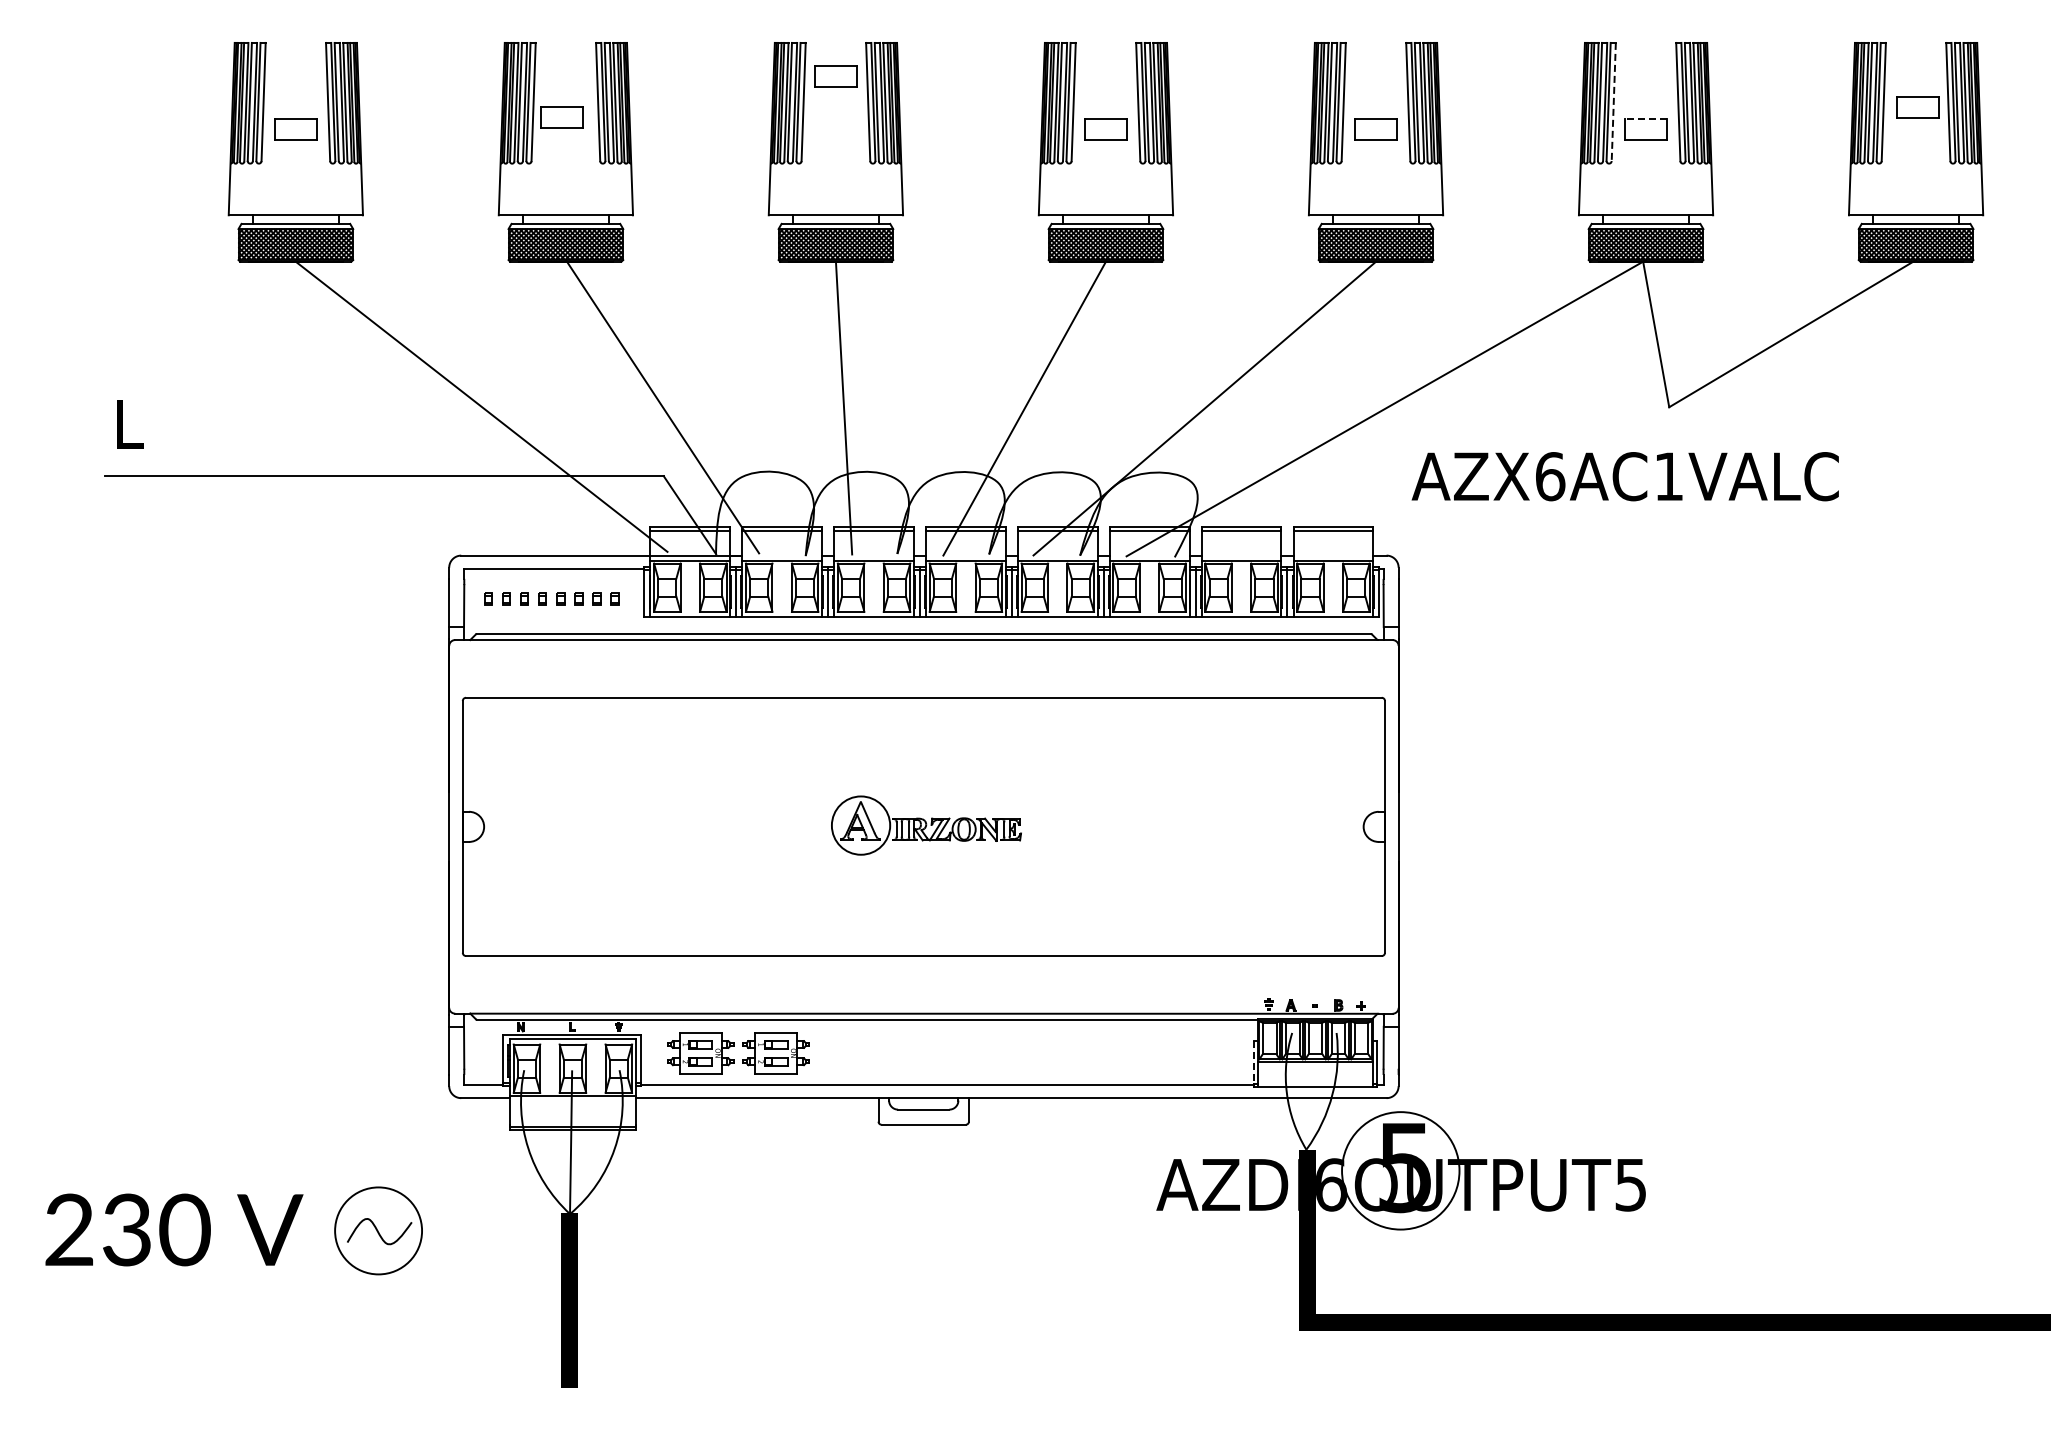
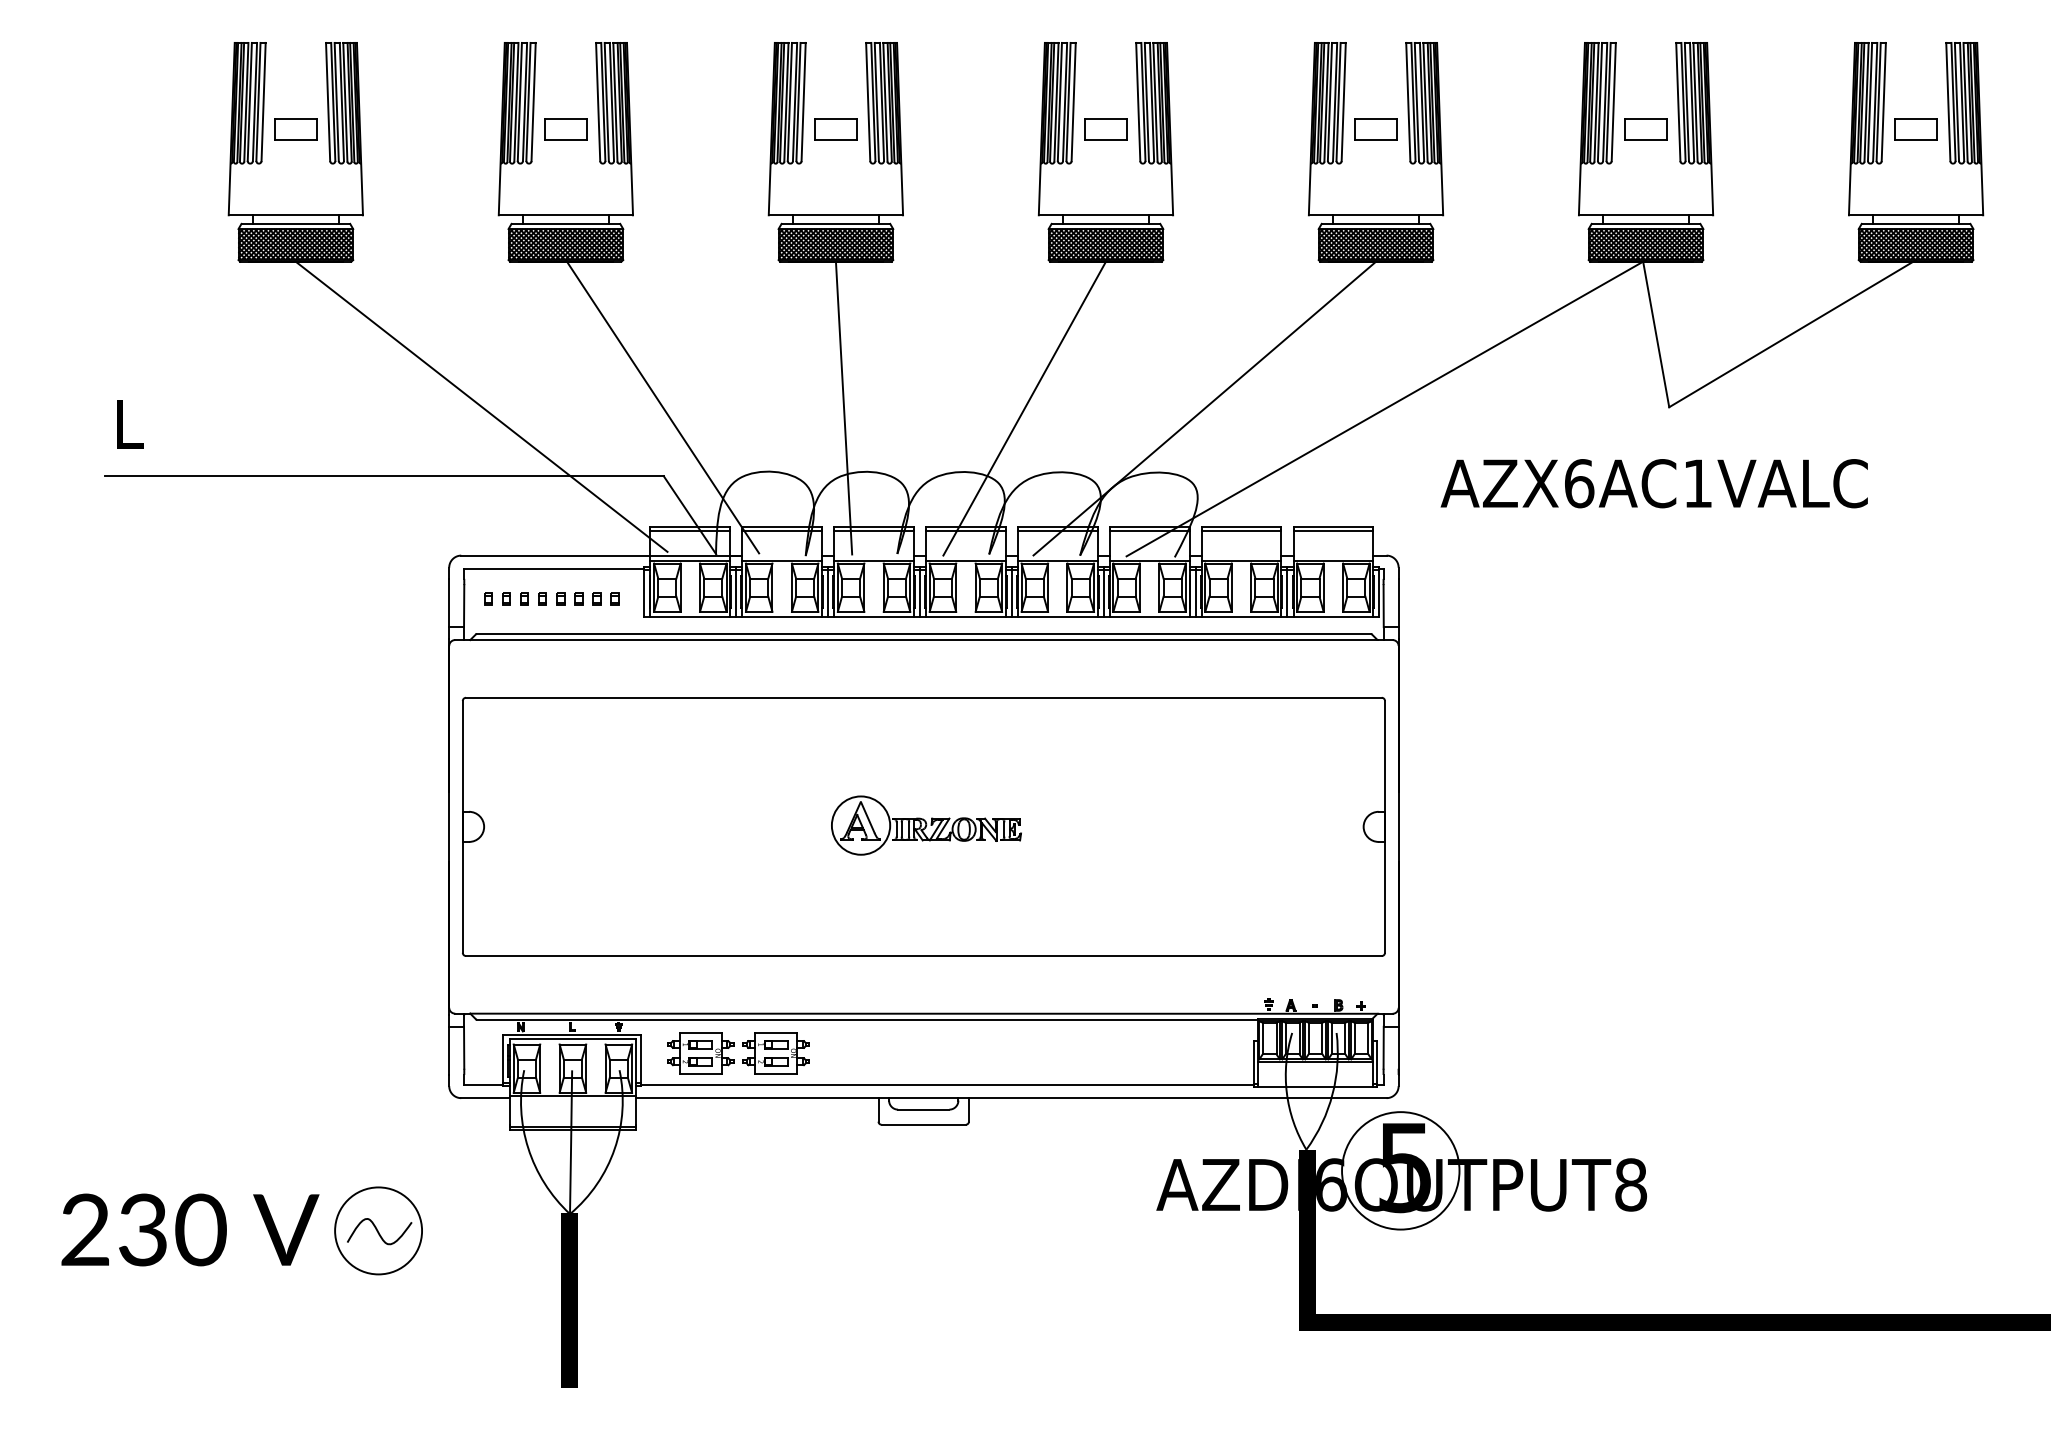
part at (835, 76) position: (835, 76) -> (835, 129)
line at (1613, 102): dashed -> solid
part at (1917, 107) position: (1917, 107) -> (1915, 129)
part at (561, 117) position: (561, 117) -> (565, 129)
line at (1646, 118): dashed -> solid
text at (1624, 476) position: (1624, 476) -> (1653, 483)
line at (1253, 1062): dashed -> solid
text at (1631, 1184): AZDI6OUTPUT5 -> AZDI6OUTPUT8
text at (174, 1229) position: (174, 1229) -> (190, 1229)
